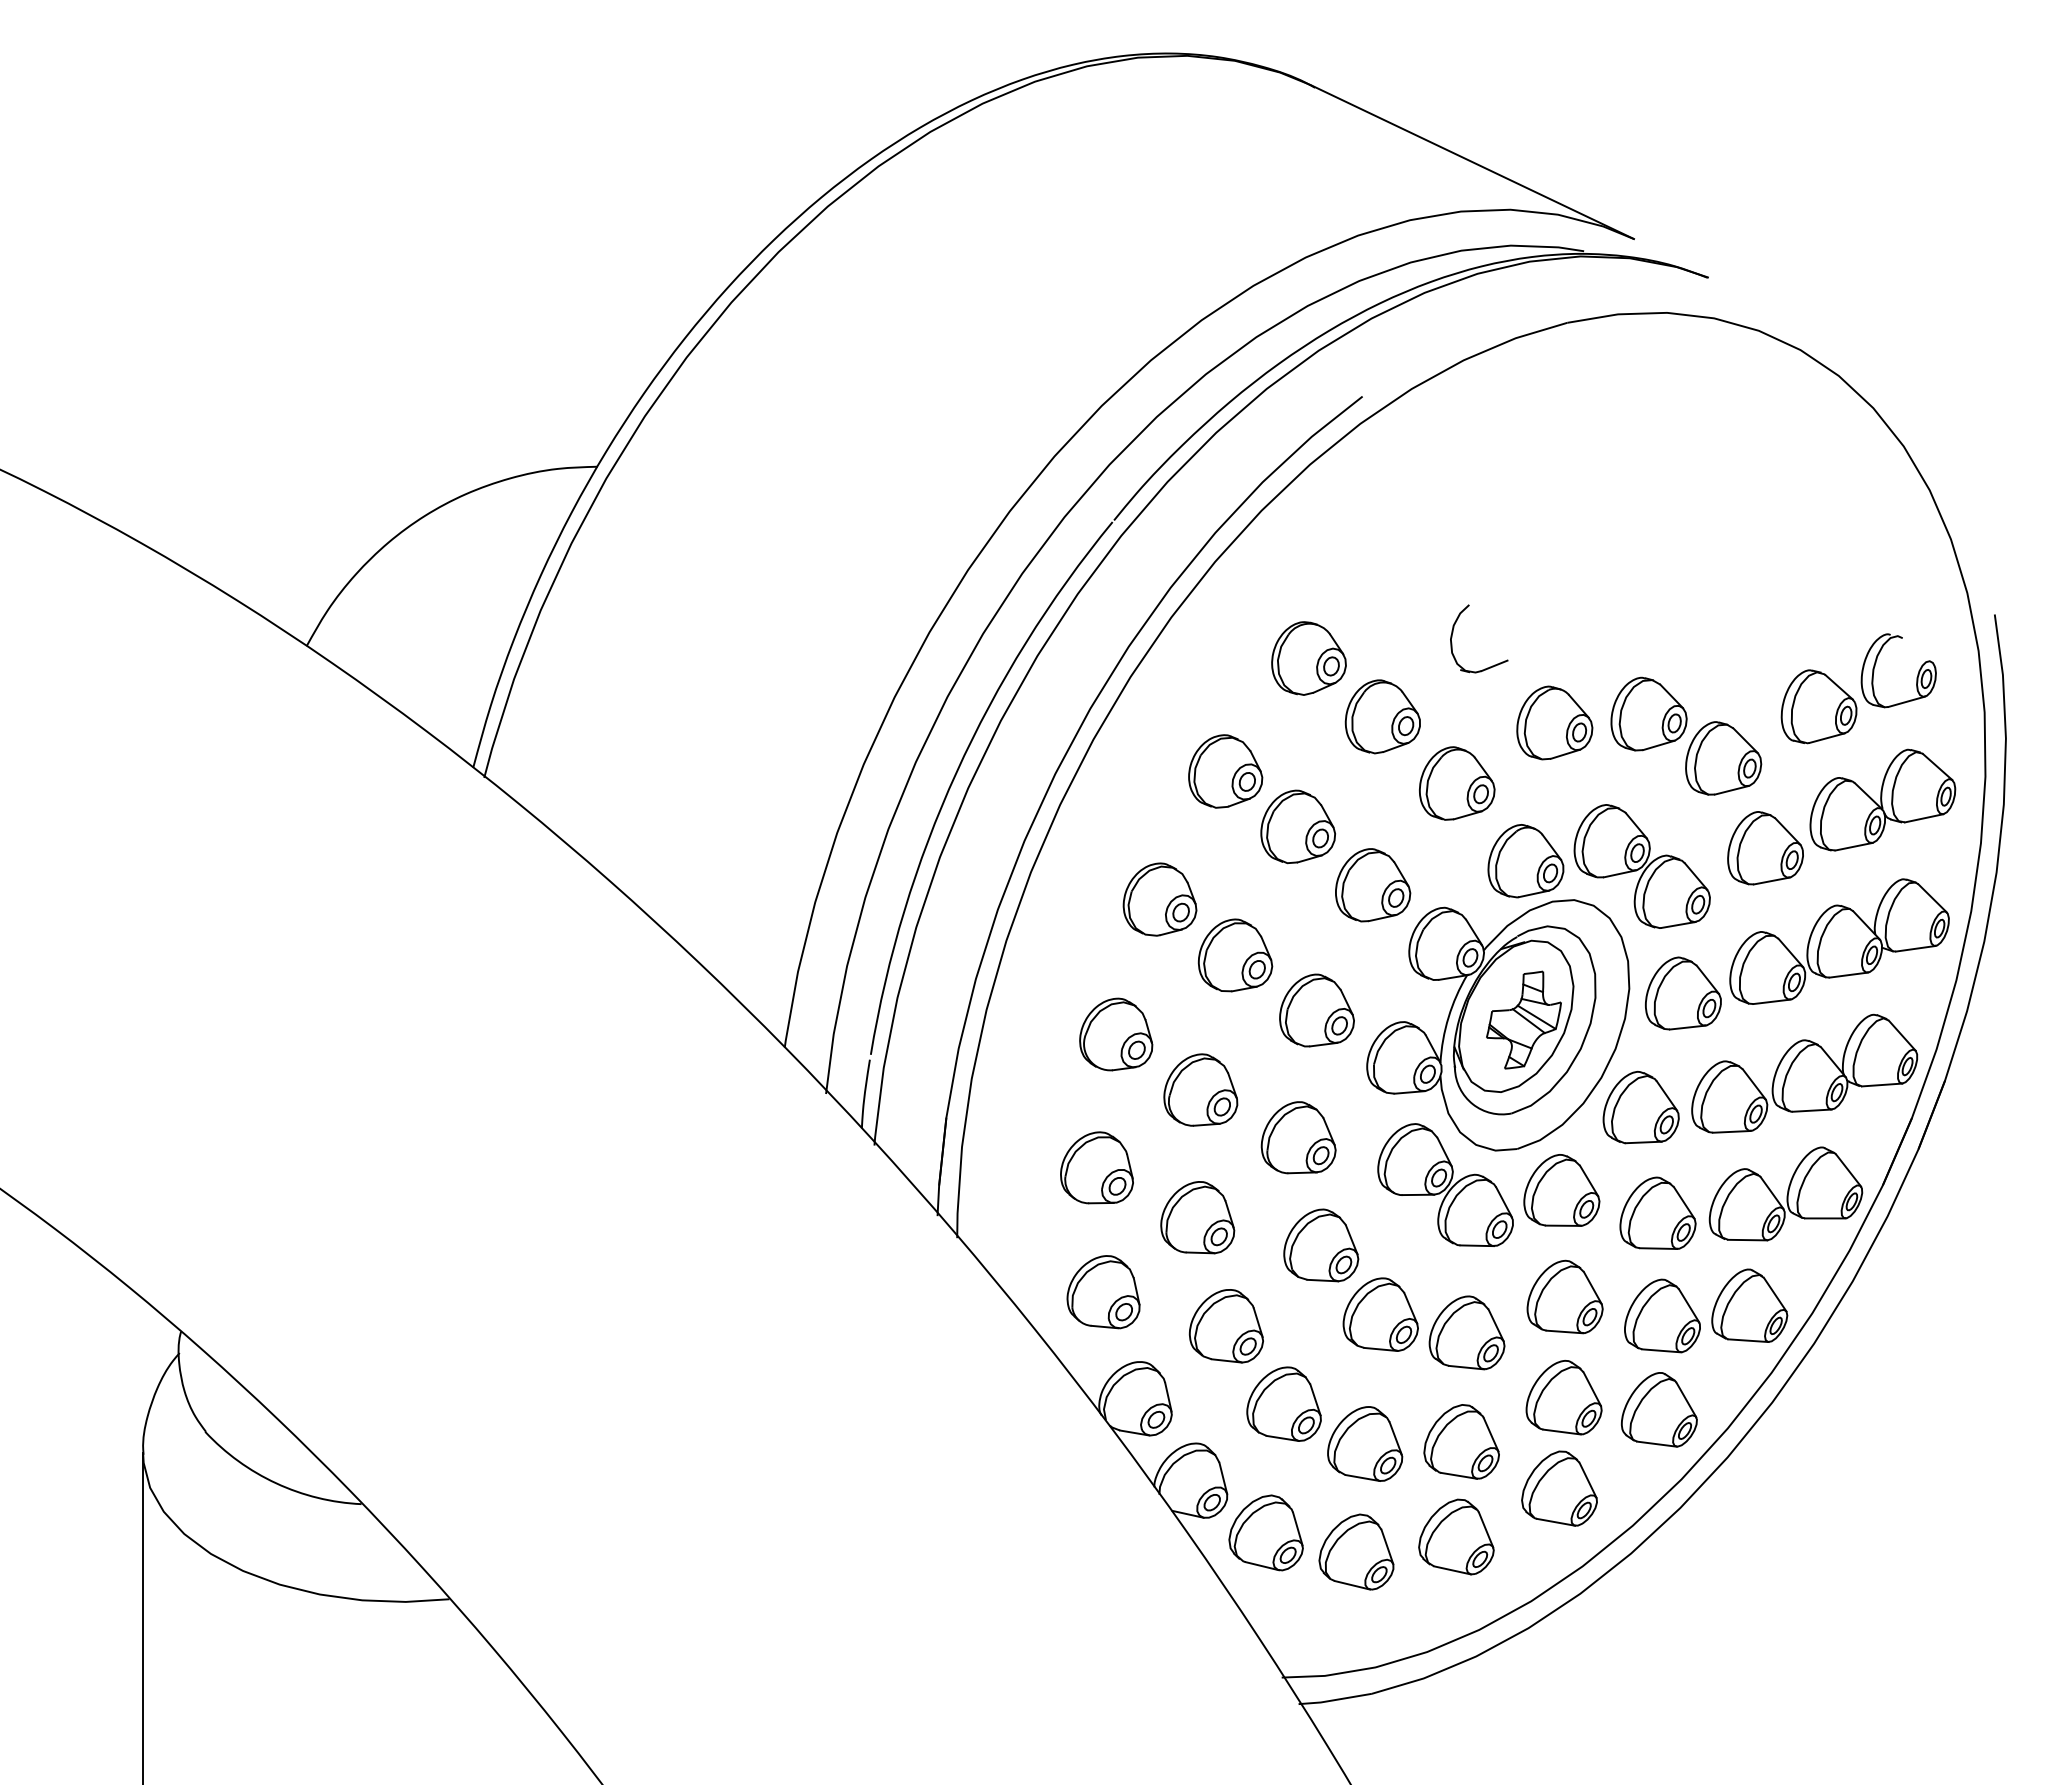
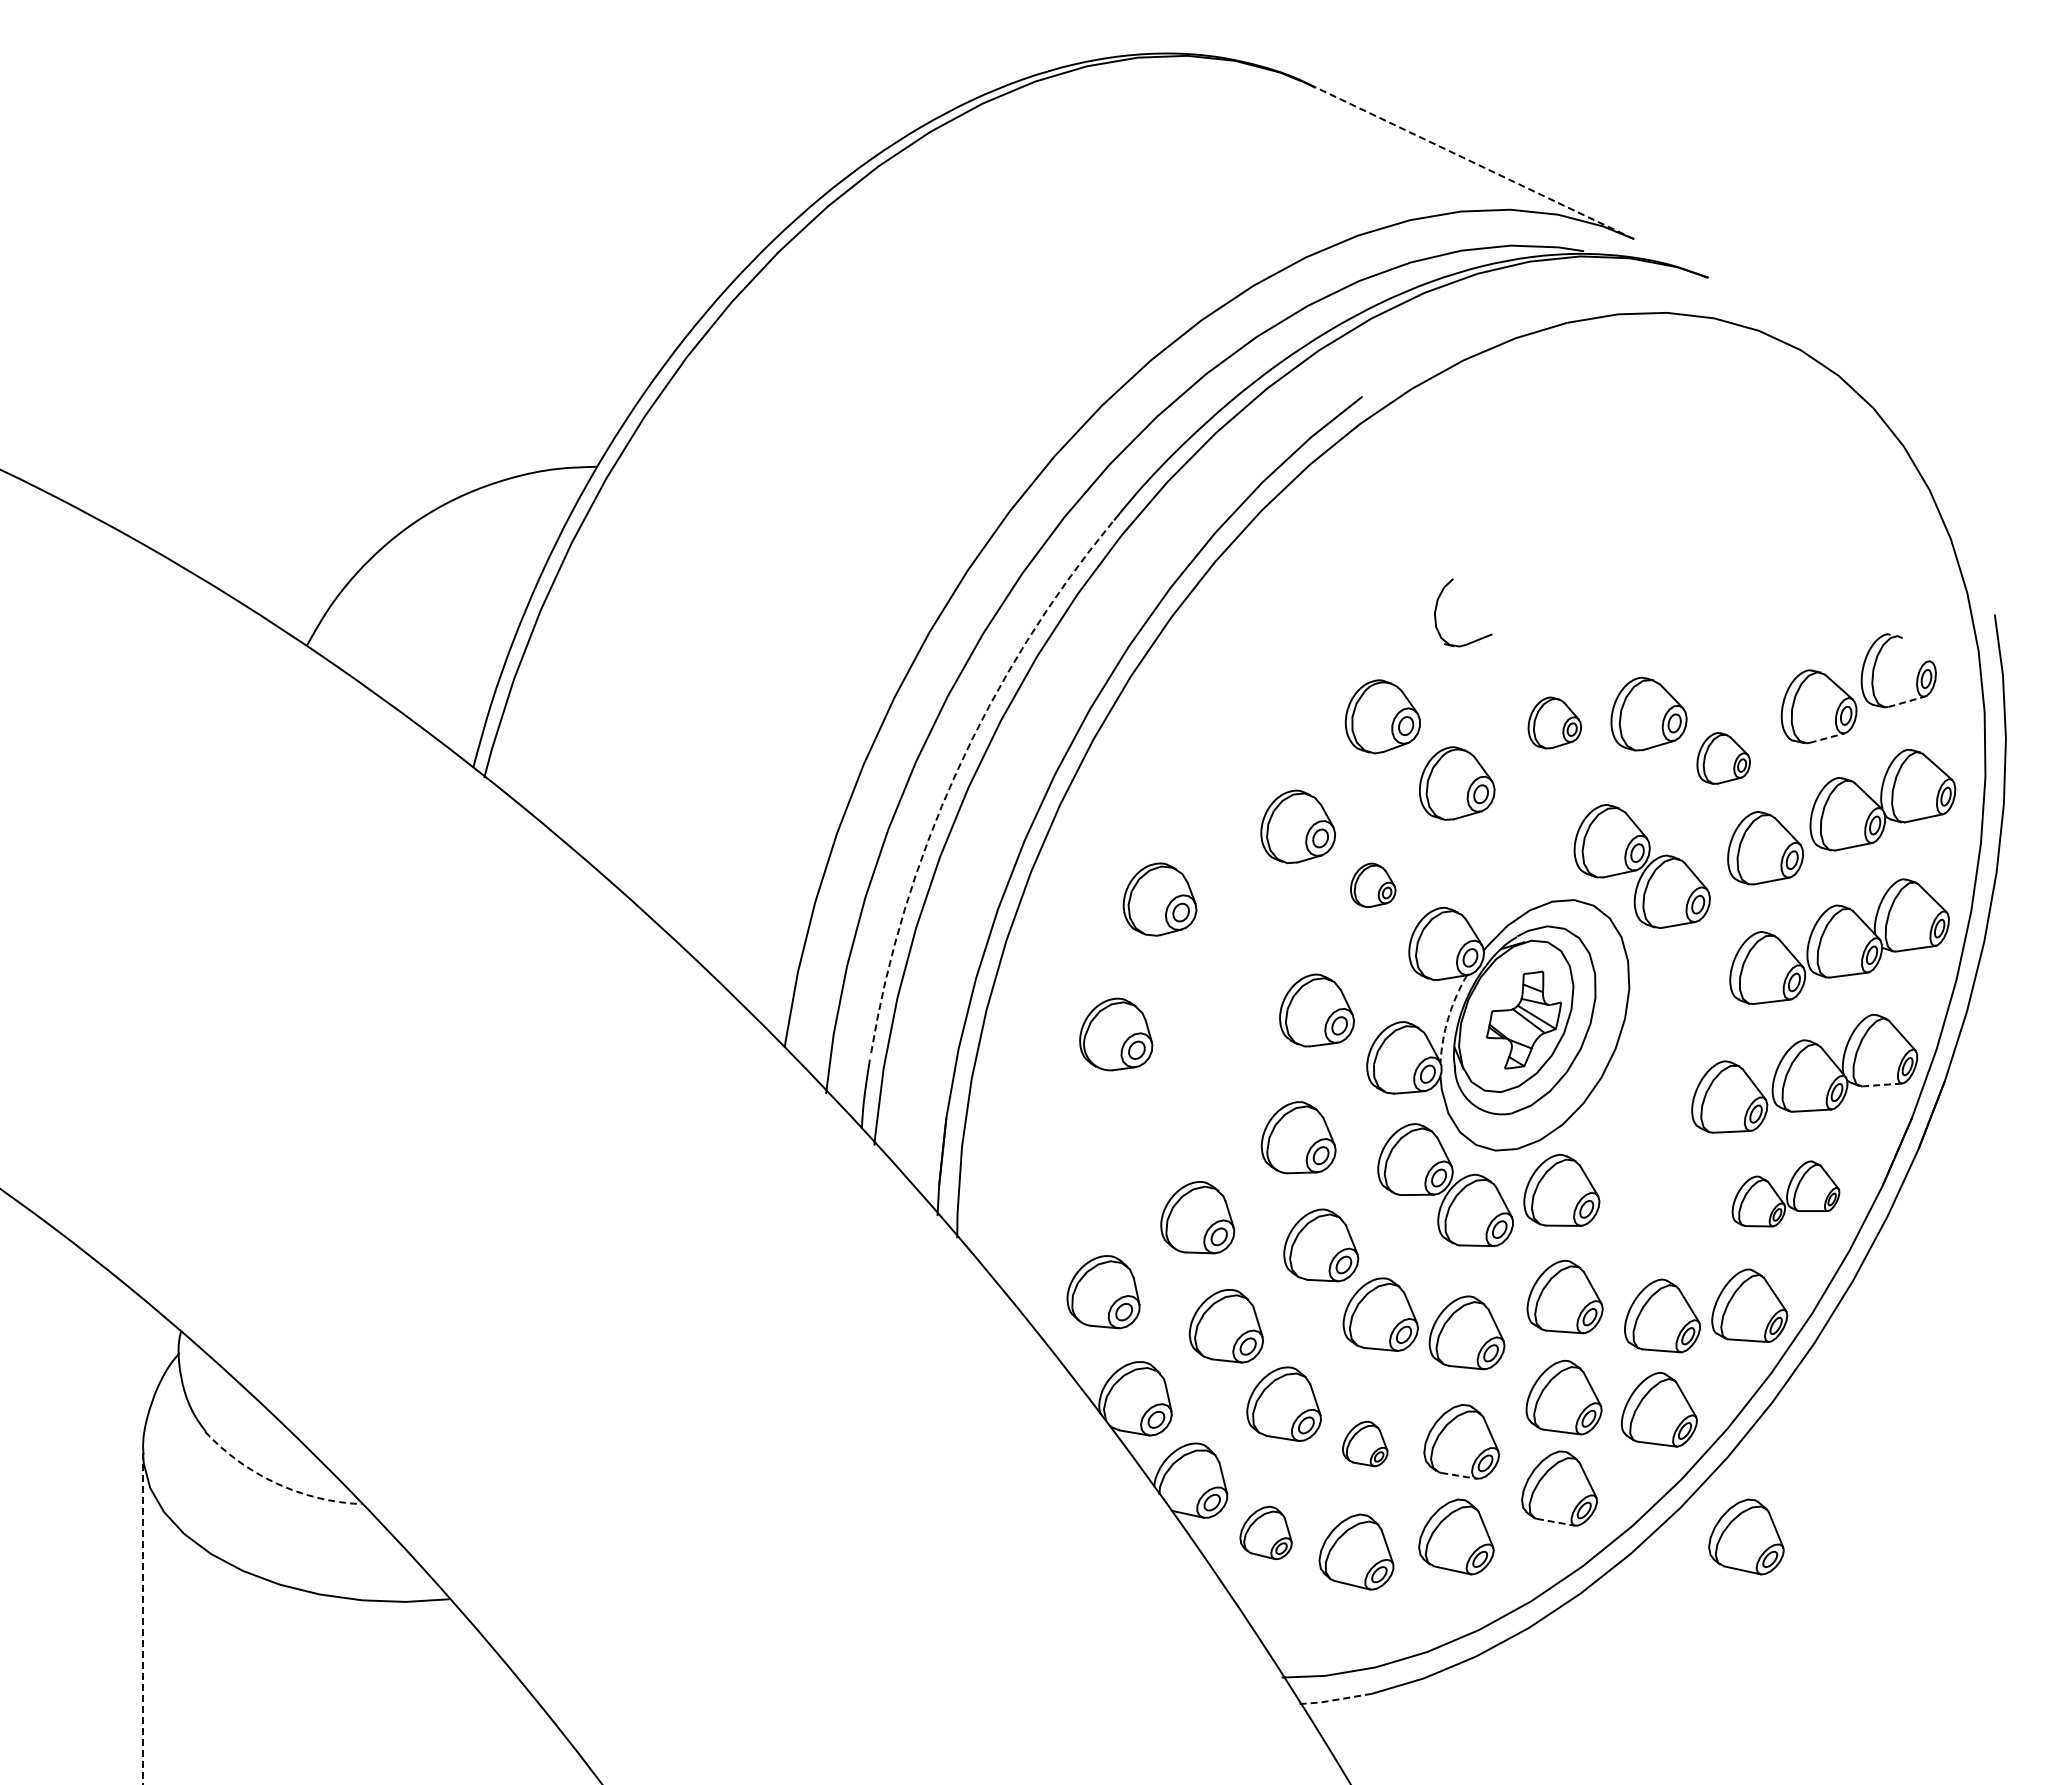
line at (1472, 162): solid -> dashed
part at (1453, 632) position: (1453, 632) -> (1437, 606)
part at (1308, 658): present -> none
line at (1907, 701): solid -> dashed
part at (1554, 722) size: 78x76 px -> 56x54 px
line at (1827, 737): solid -> dashed
part at (1723, 758) size: 78x75 px -> 55x53 px
part at (1225, 771): present -> none
arc at (956, 772): solid -> dashed
part at (1525, 861): present -> none
part at (1373, 885) size: 77x75 px -> 47x46 px
part at (1235, 955): present -> none
part at (1682, 993): present -> none
arc at (1448, 1017): solid -> dashed
line at (1882, 1084): solid -> dashed
part at (1200, 1089): present -> none
part at (1640, 1107): present -> none
part at (1096, 1167): present -> none
part at (1785, 1193) size: 156x96 px -> 110x68 px
part at (1657, 1212): present -> none
part at (1365, 1443) size: 77x76 px -> 47x48 px
line at (1459, 1475): solid -> dashed
arc at (276, 1483): solid -> dashed
line at (1556, 1522): solid -> dashed
part at (1265, 1532) size: 76x78 px -> 54x56 px
part at (1746, 1536): none -> present
line at (143, 1619): solid -> dashed
line at (1334, 1700): solid -> dashed
